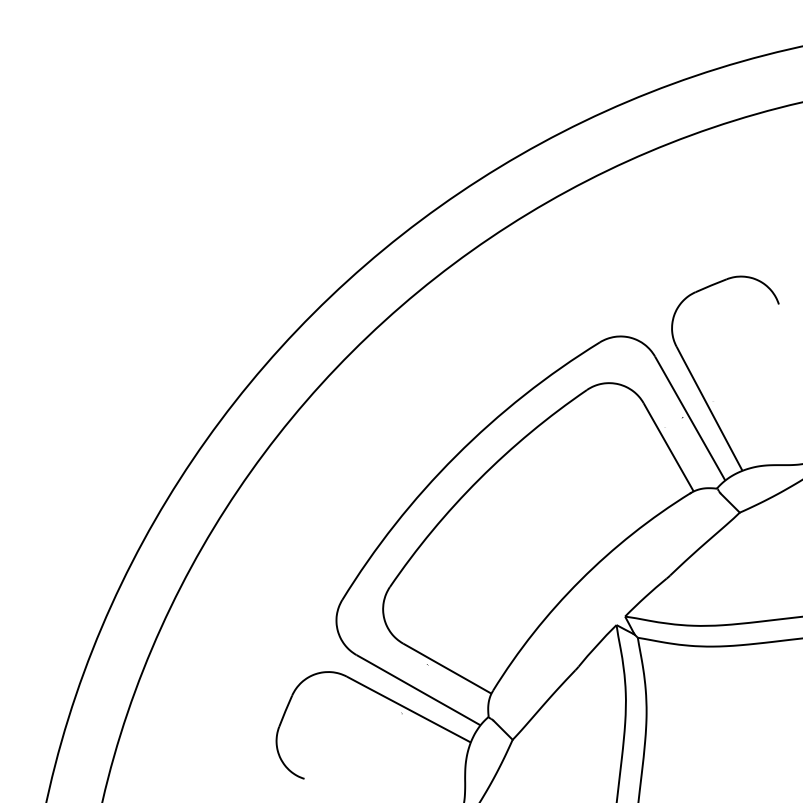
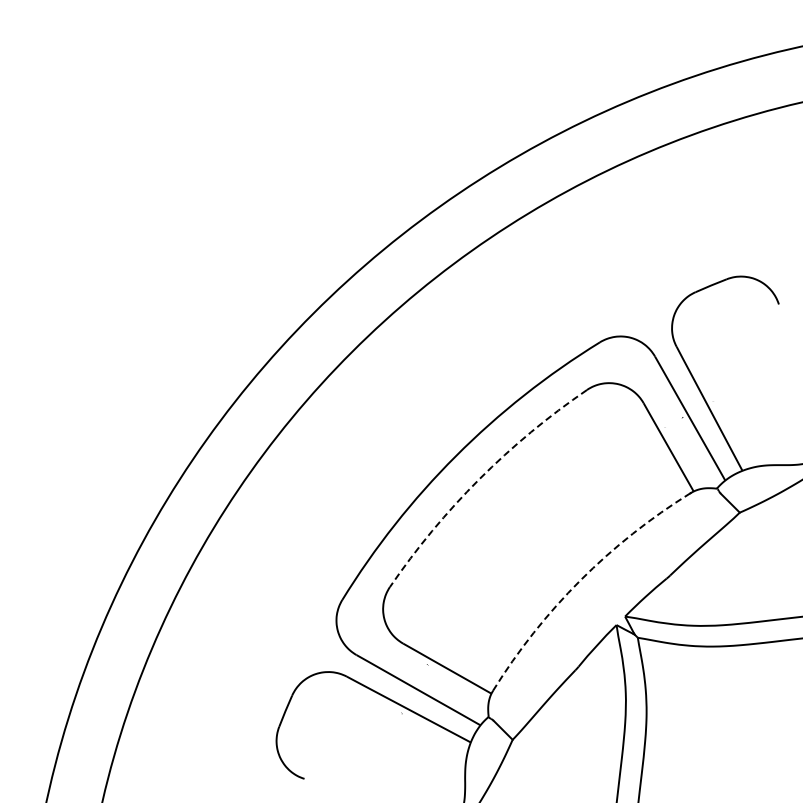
arc at (479, 479): solid -> dashed
arc at (580, 580): solid -> dashed
